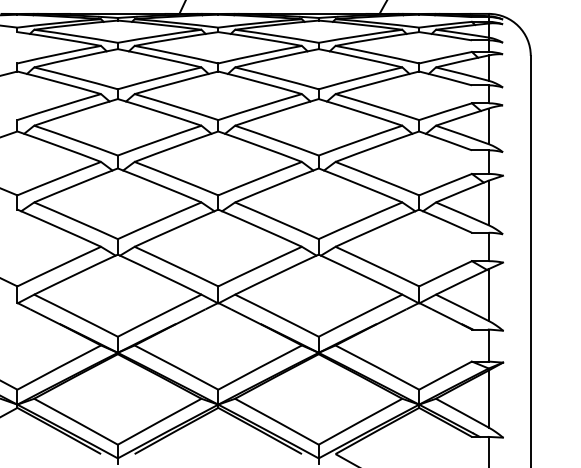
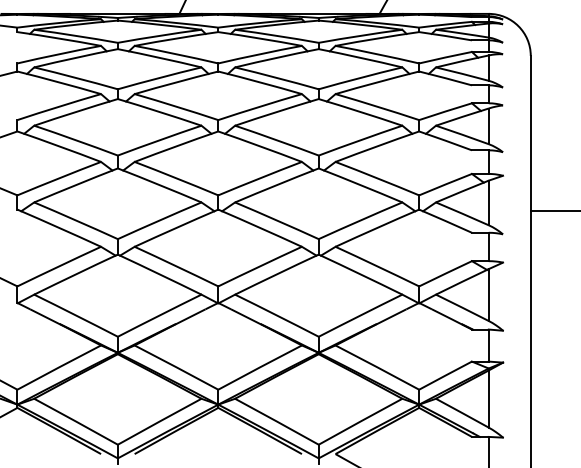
line at (553, 211): none -> present
